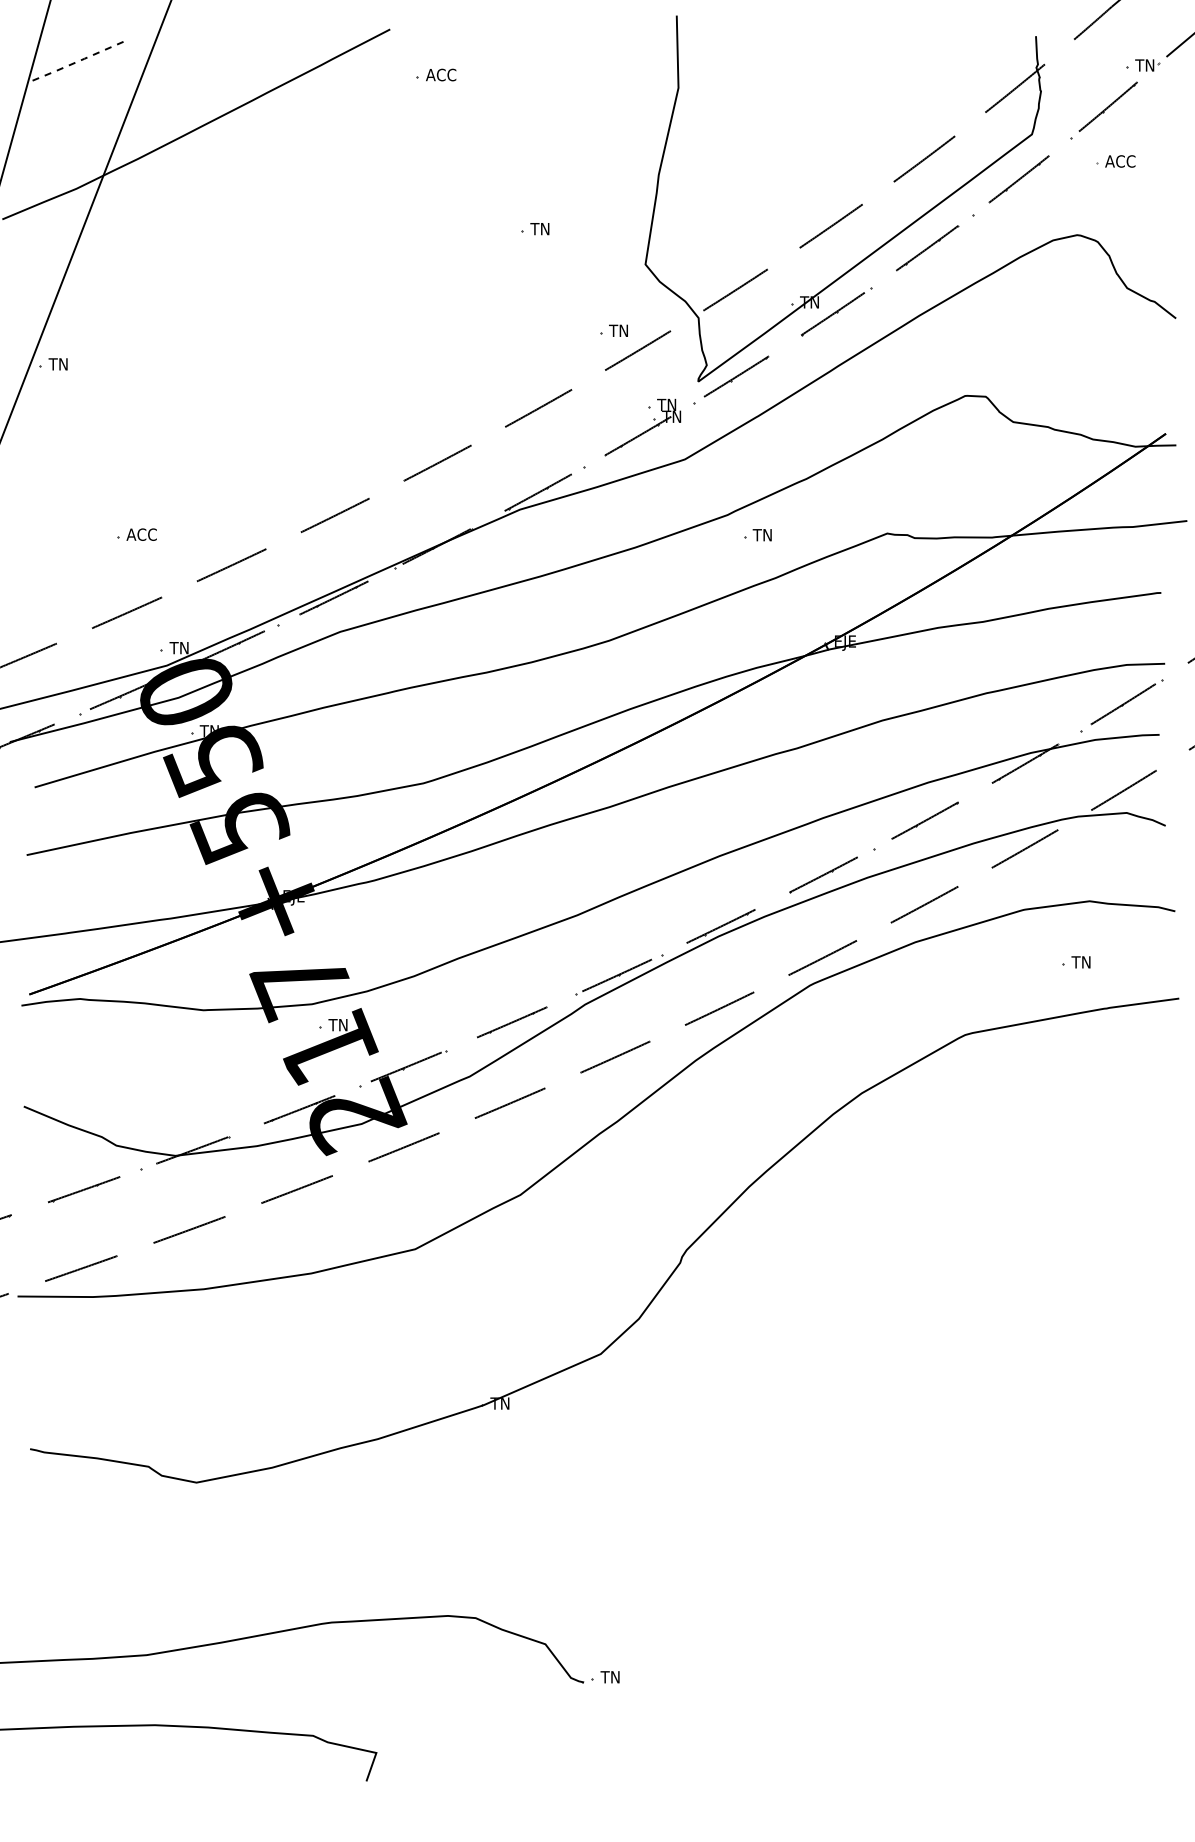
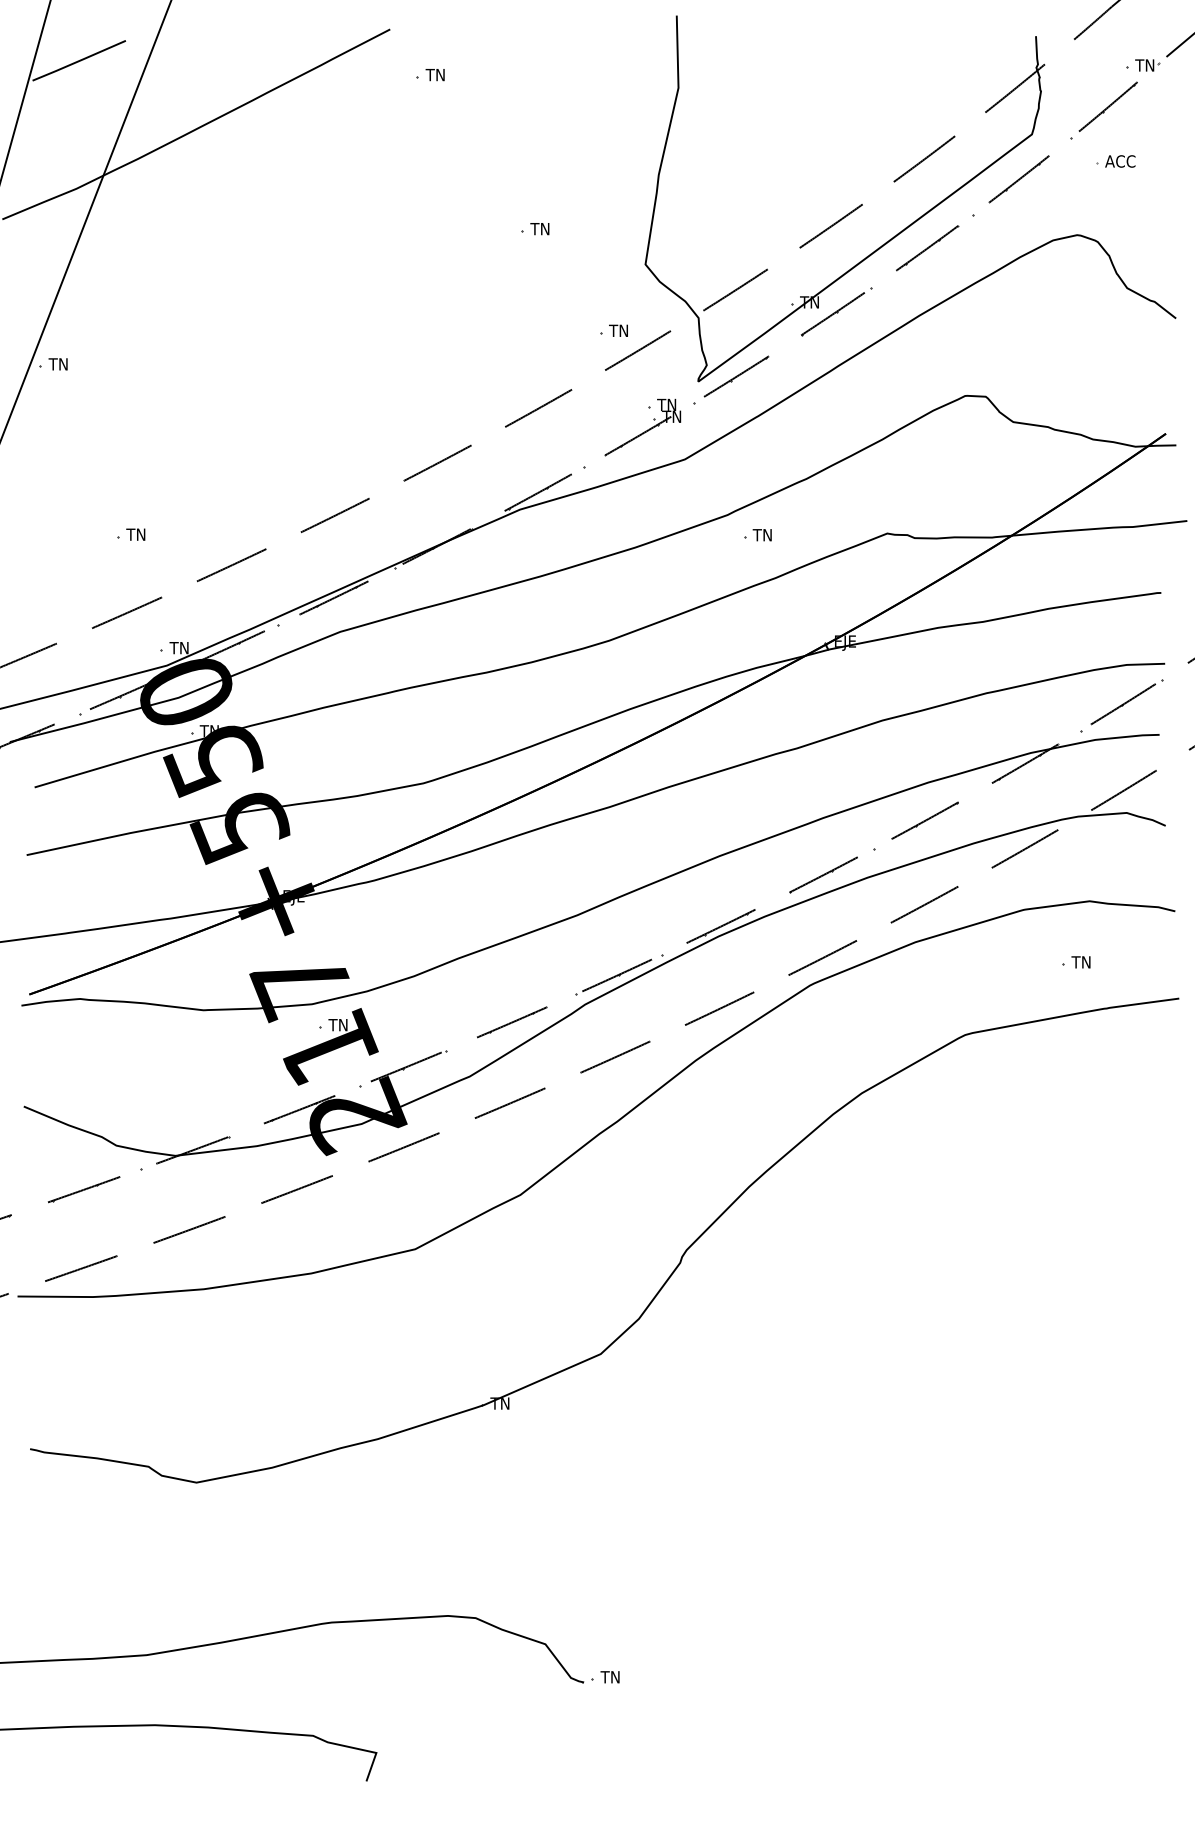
line at (79, 60): dashed -> solid
text at (440, 74): ACC -> TN
text at (141, 534): ACC -> TN
